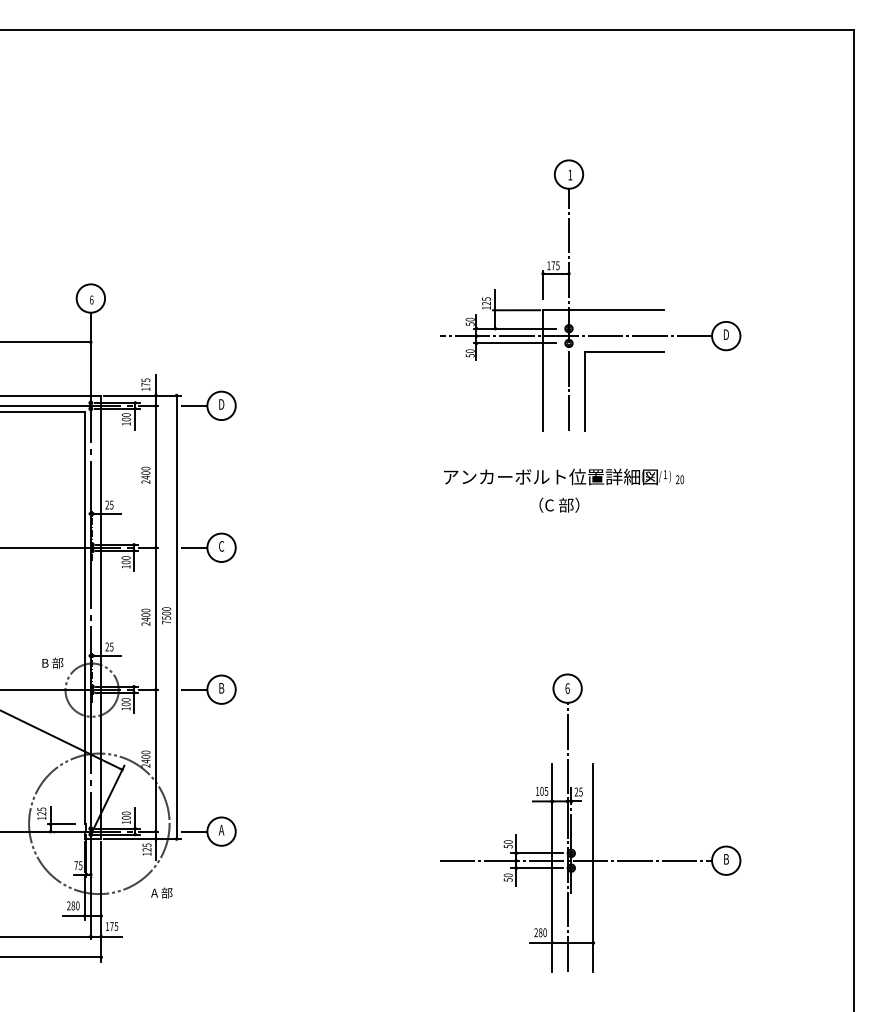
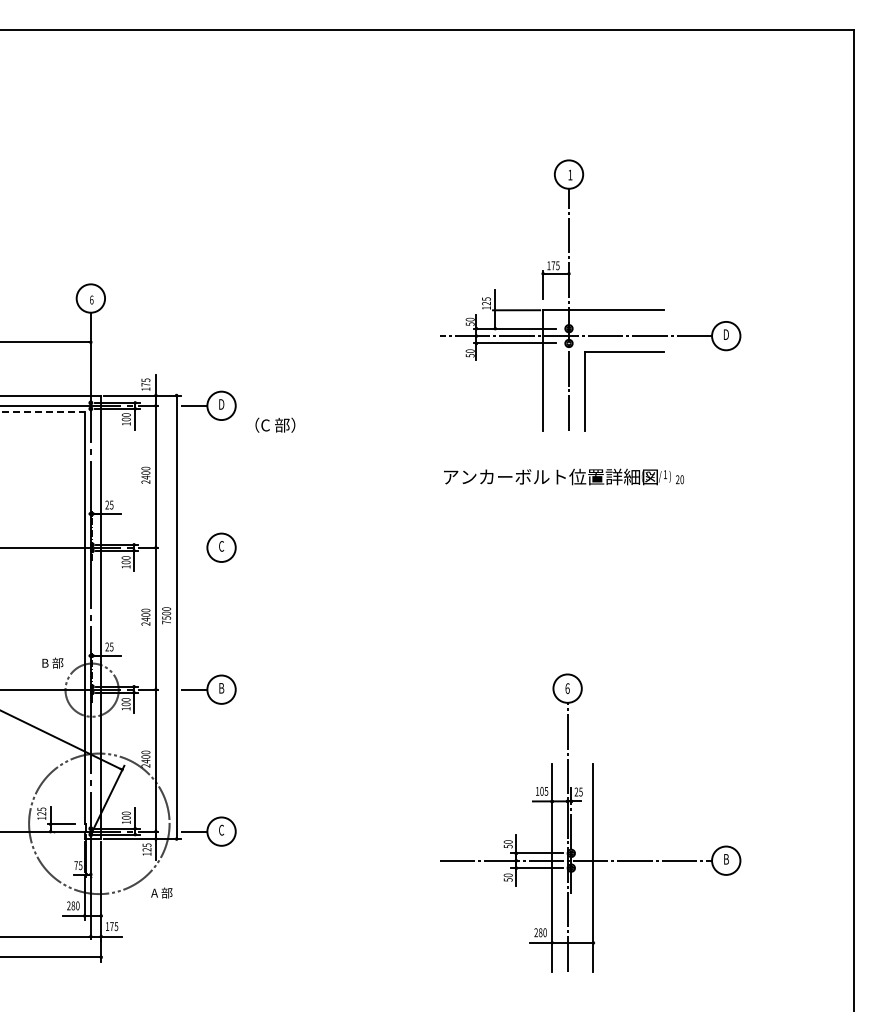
line at (42, 412): solid -> dashed
text at (559, 504) position: (559, 504) -> (275, 424)
line at (194, 547): present -> none
text at (221, 829): A -> C
